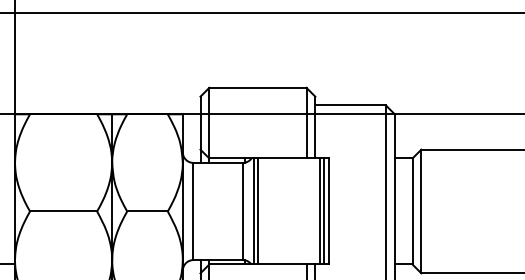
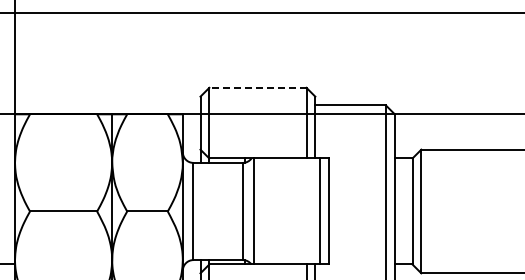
line at (257, 87): solid -> dashed
line at (257, 211): present -> none
line at (324, 211): present -> none
